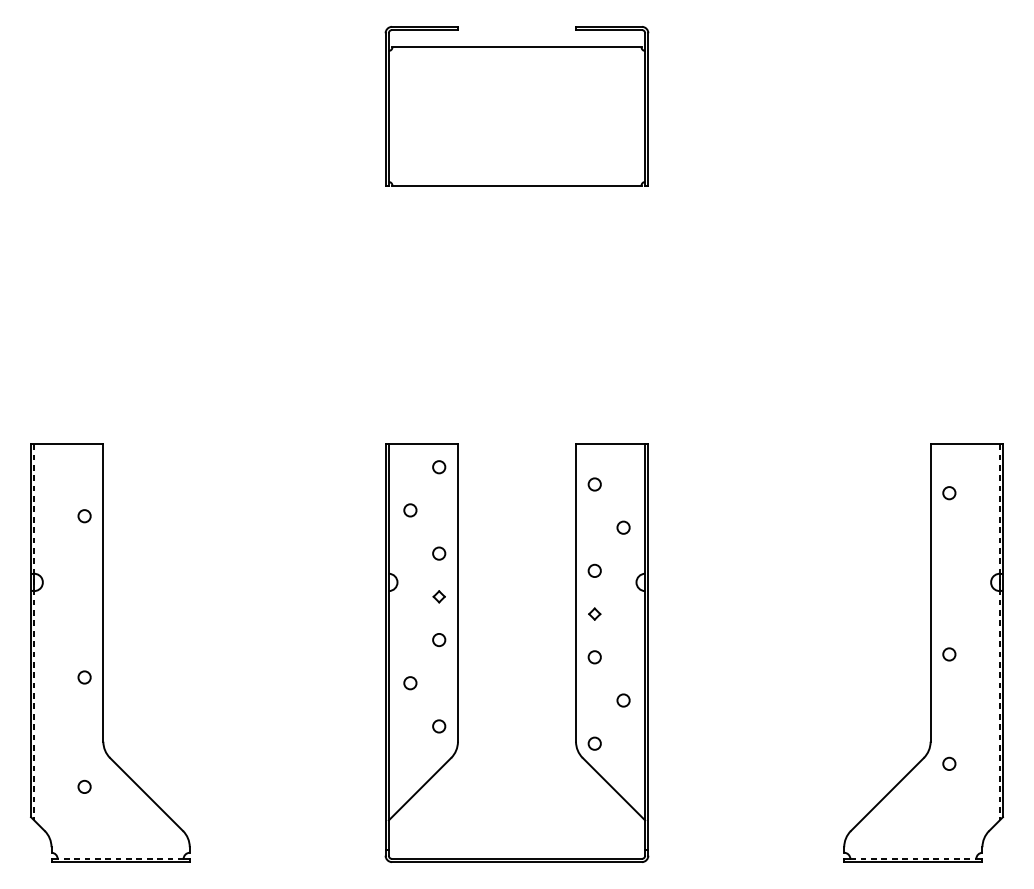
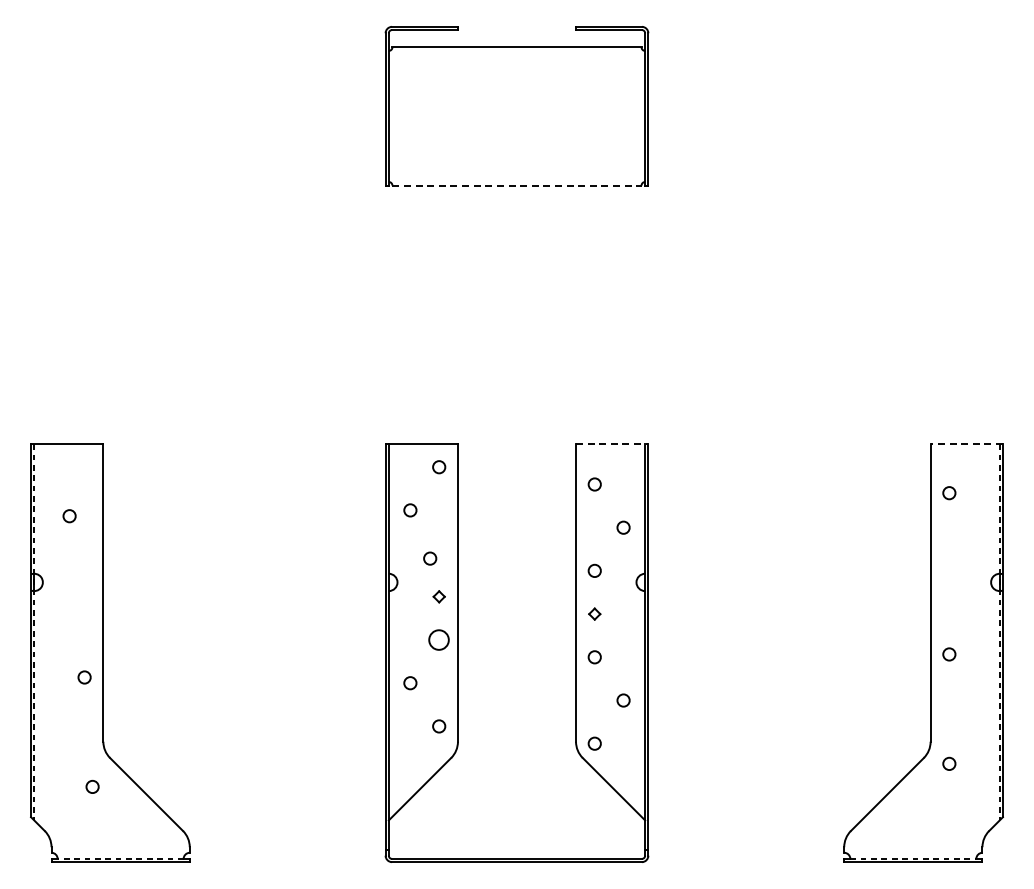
line at (517, 185): solid -> dashed
line at (612, 444): solid -> dashed
line at (966, 444): solid -> dashed
circle at (84, 516) position: (84, 516) -> (69, 516)
circle at (439, 553) position: (439, 553) -> (430, 558)
circle at (439, 639) size: 15x14 px -> 22x22 px
circle at (84, 786) position: (84, 786) -> (92, 786)
